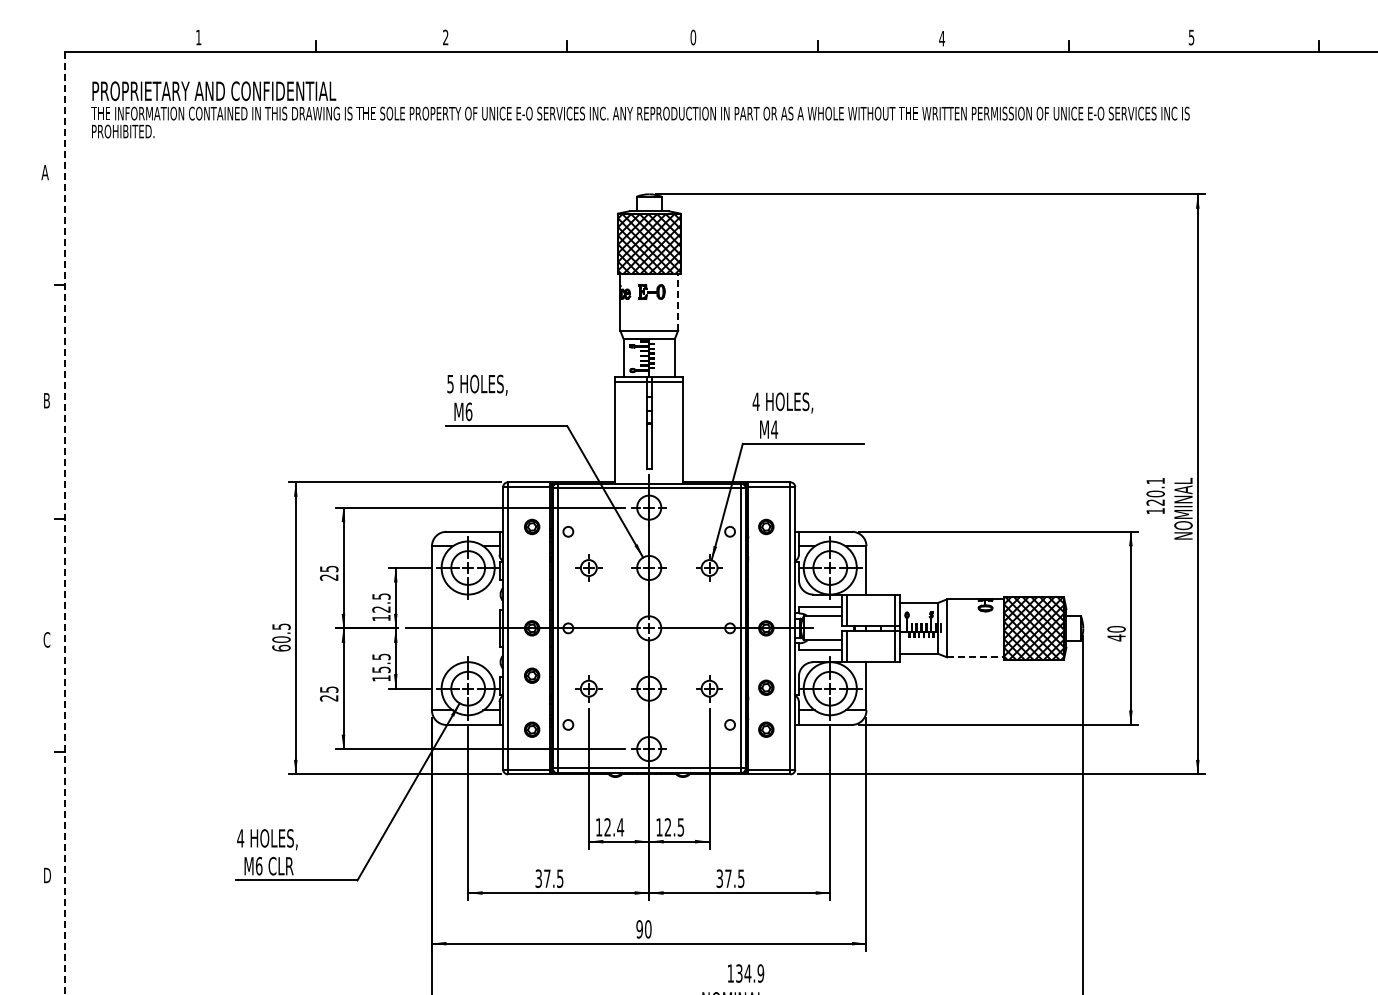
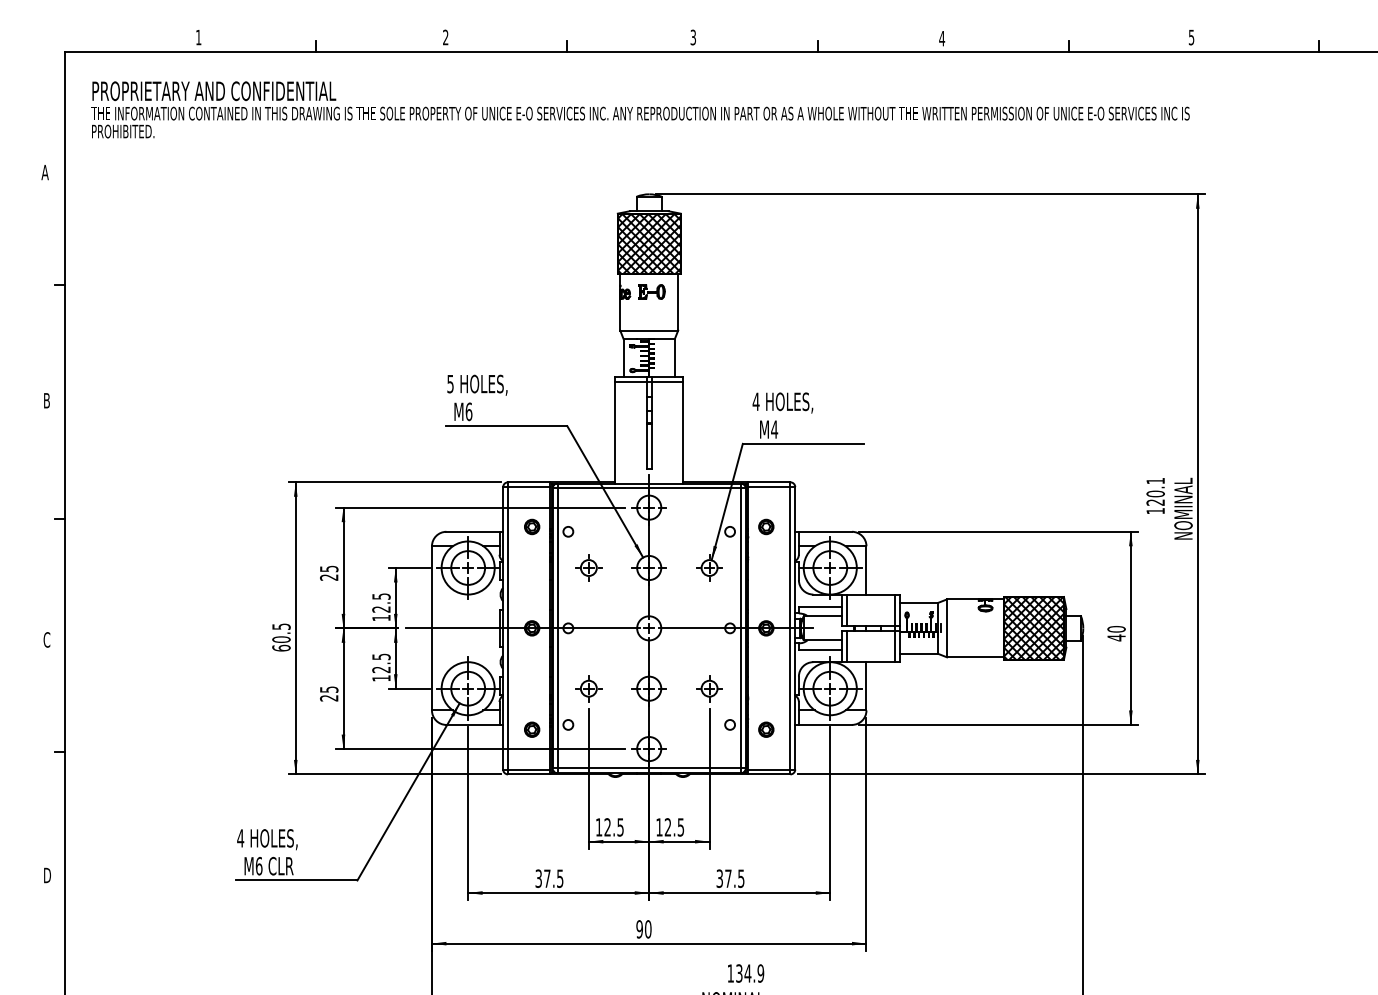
text at (693, 37): 0 -> 3
line at (678, 301): dashed -> solid
line at (65, 524): dashed -> solid
line at (975, 657): dashed -> solid
text at (381, 669): 15.5 -> 12.5
part at (532, 675): present -> none
part at (766, 687): present -> none
text at (620, 827): 12.4 -> 12.5
